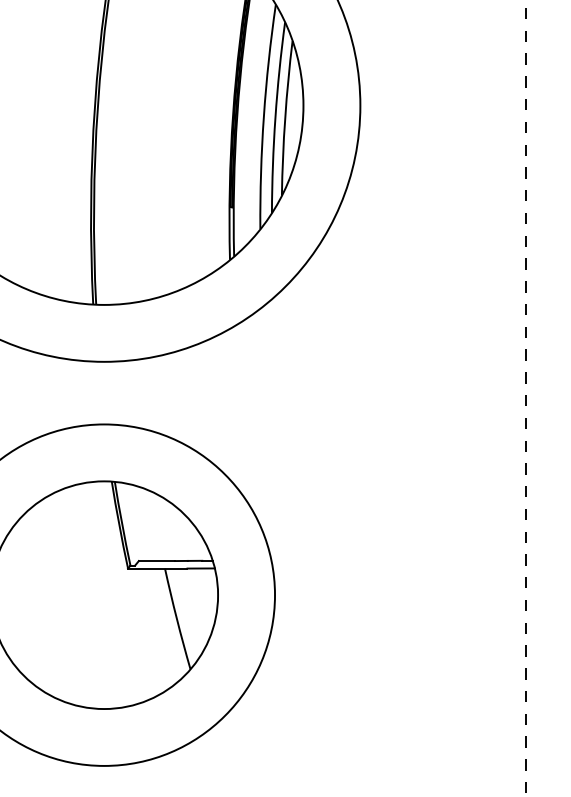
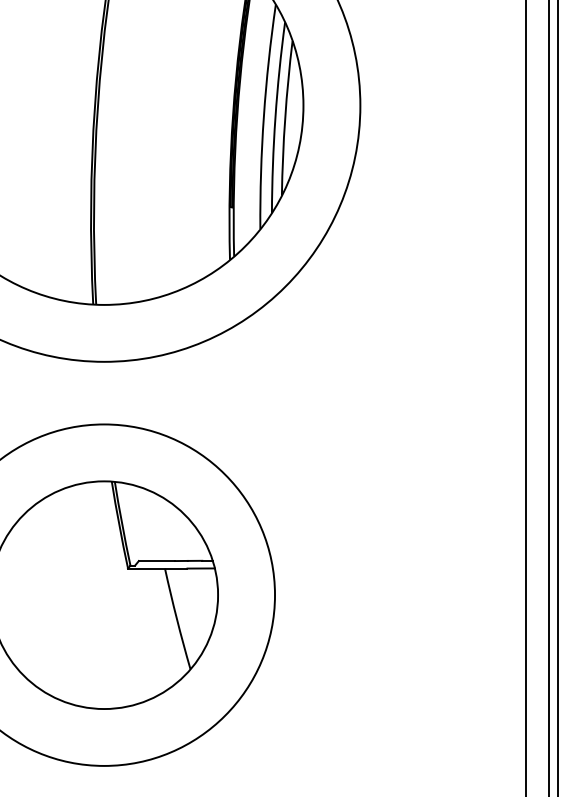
line at (548, 397): none -> present
line at (557, 397): none -> present
line at (525, 398): dashed -> solid
